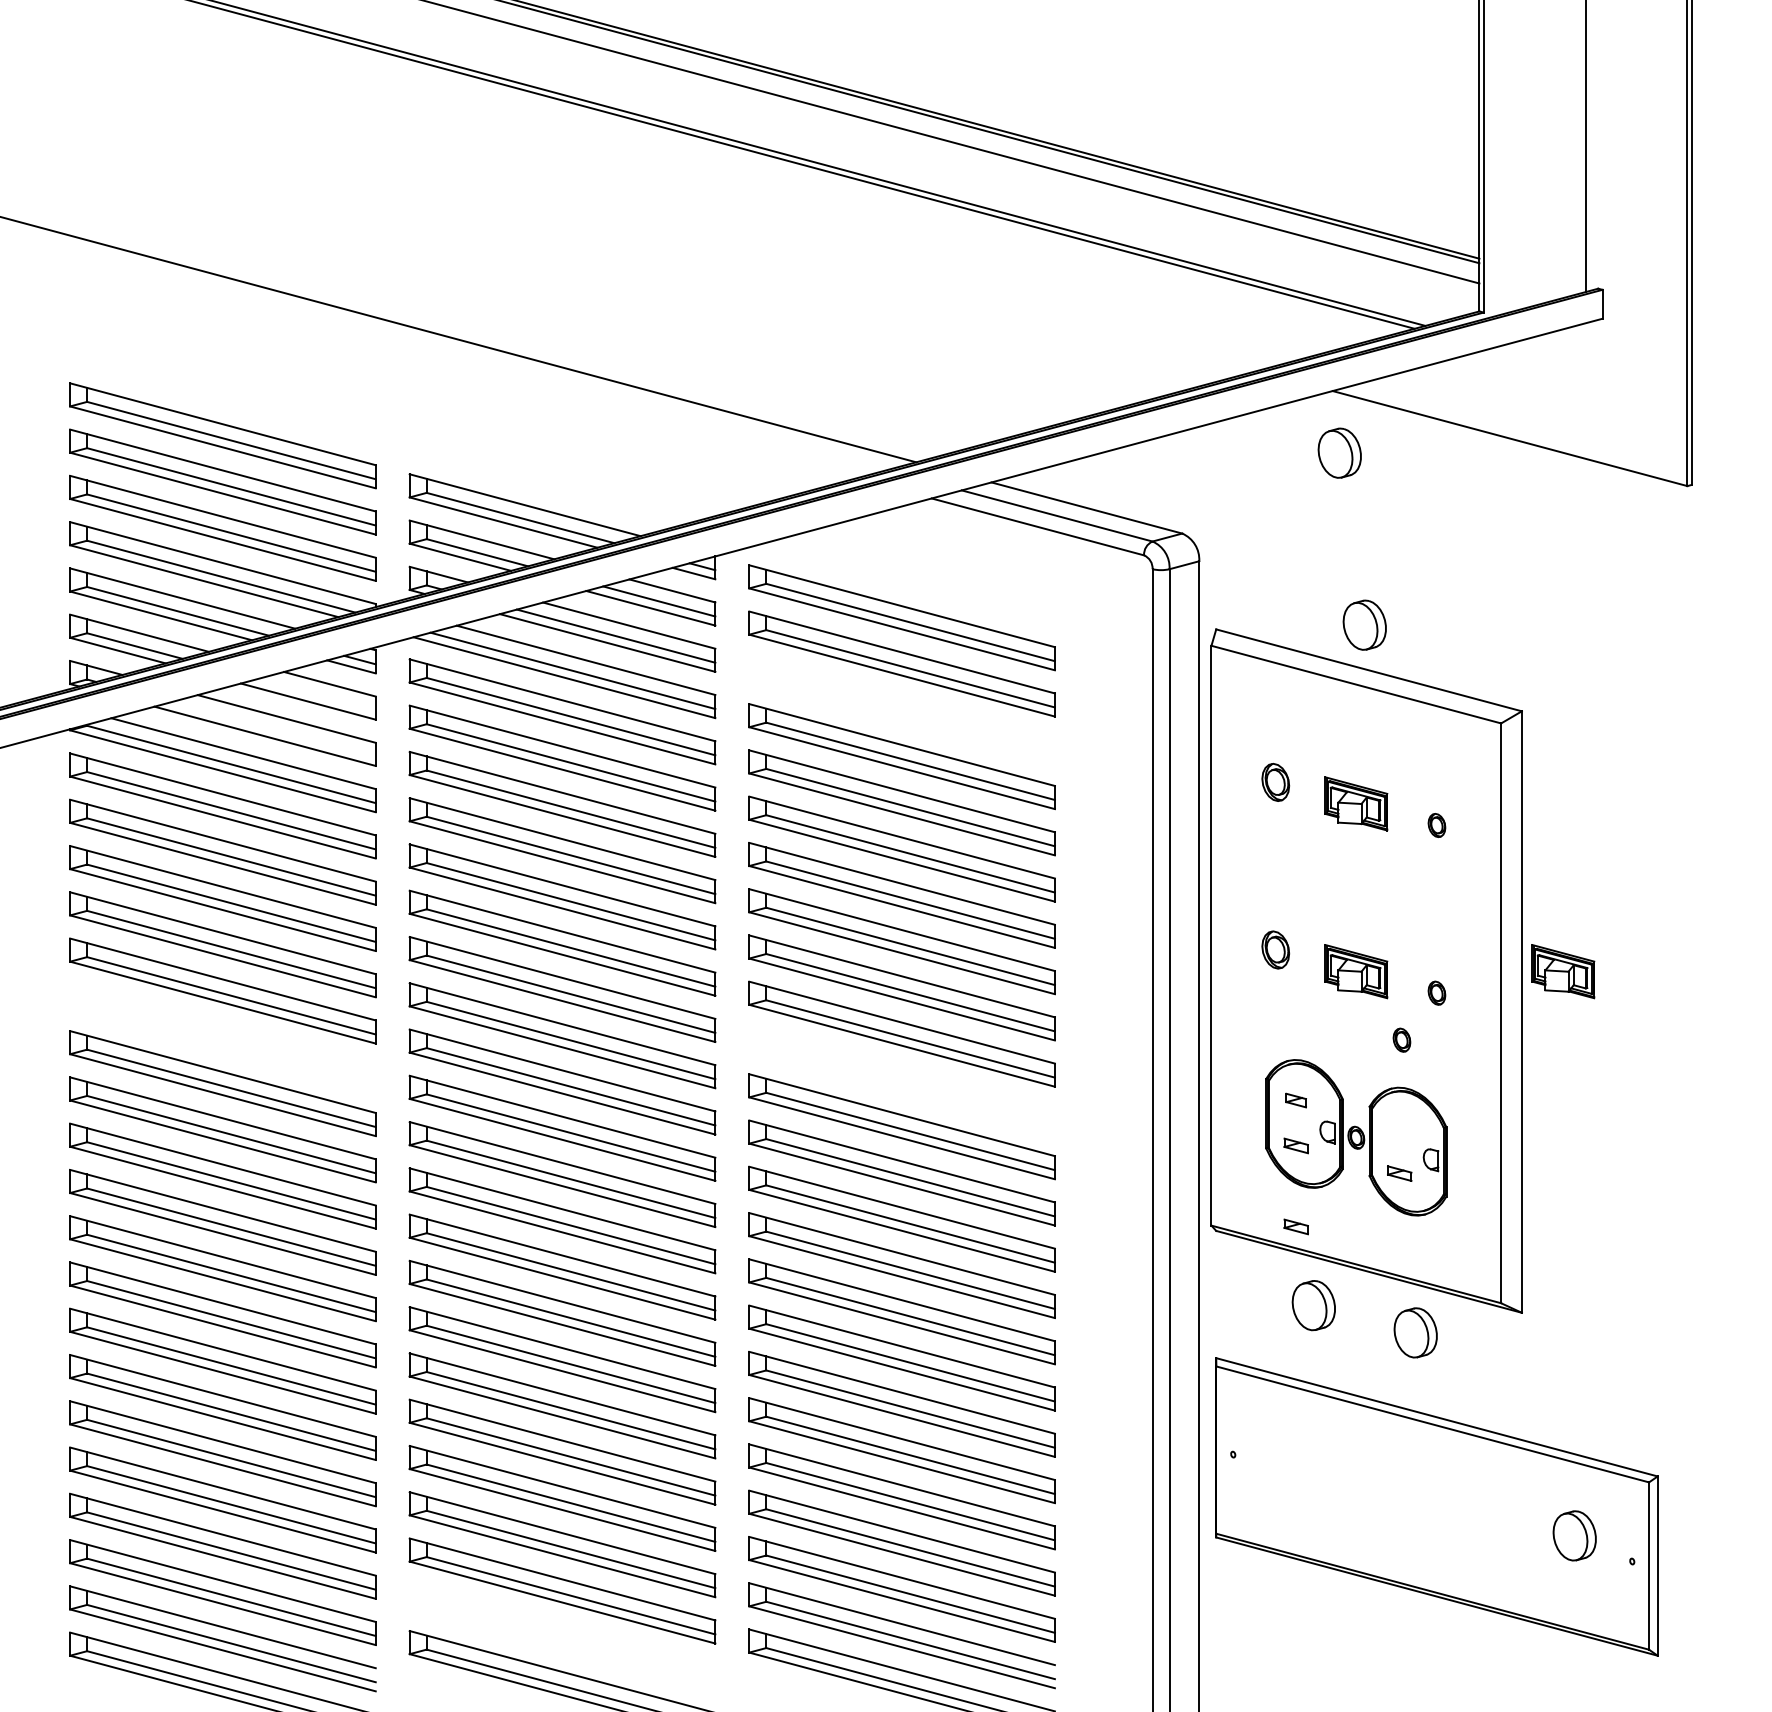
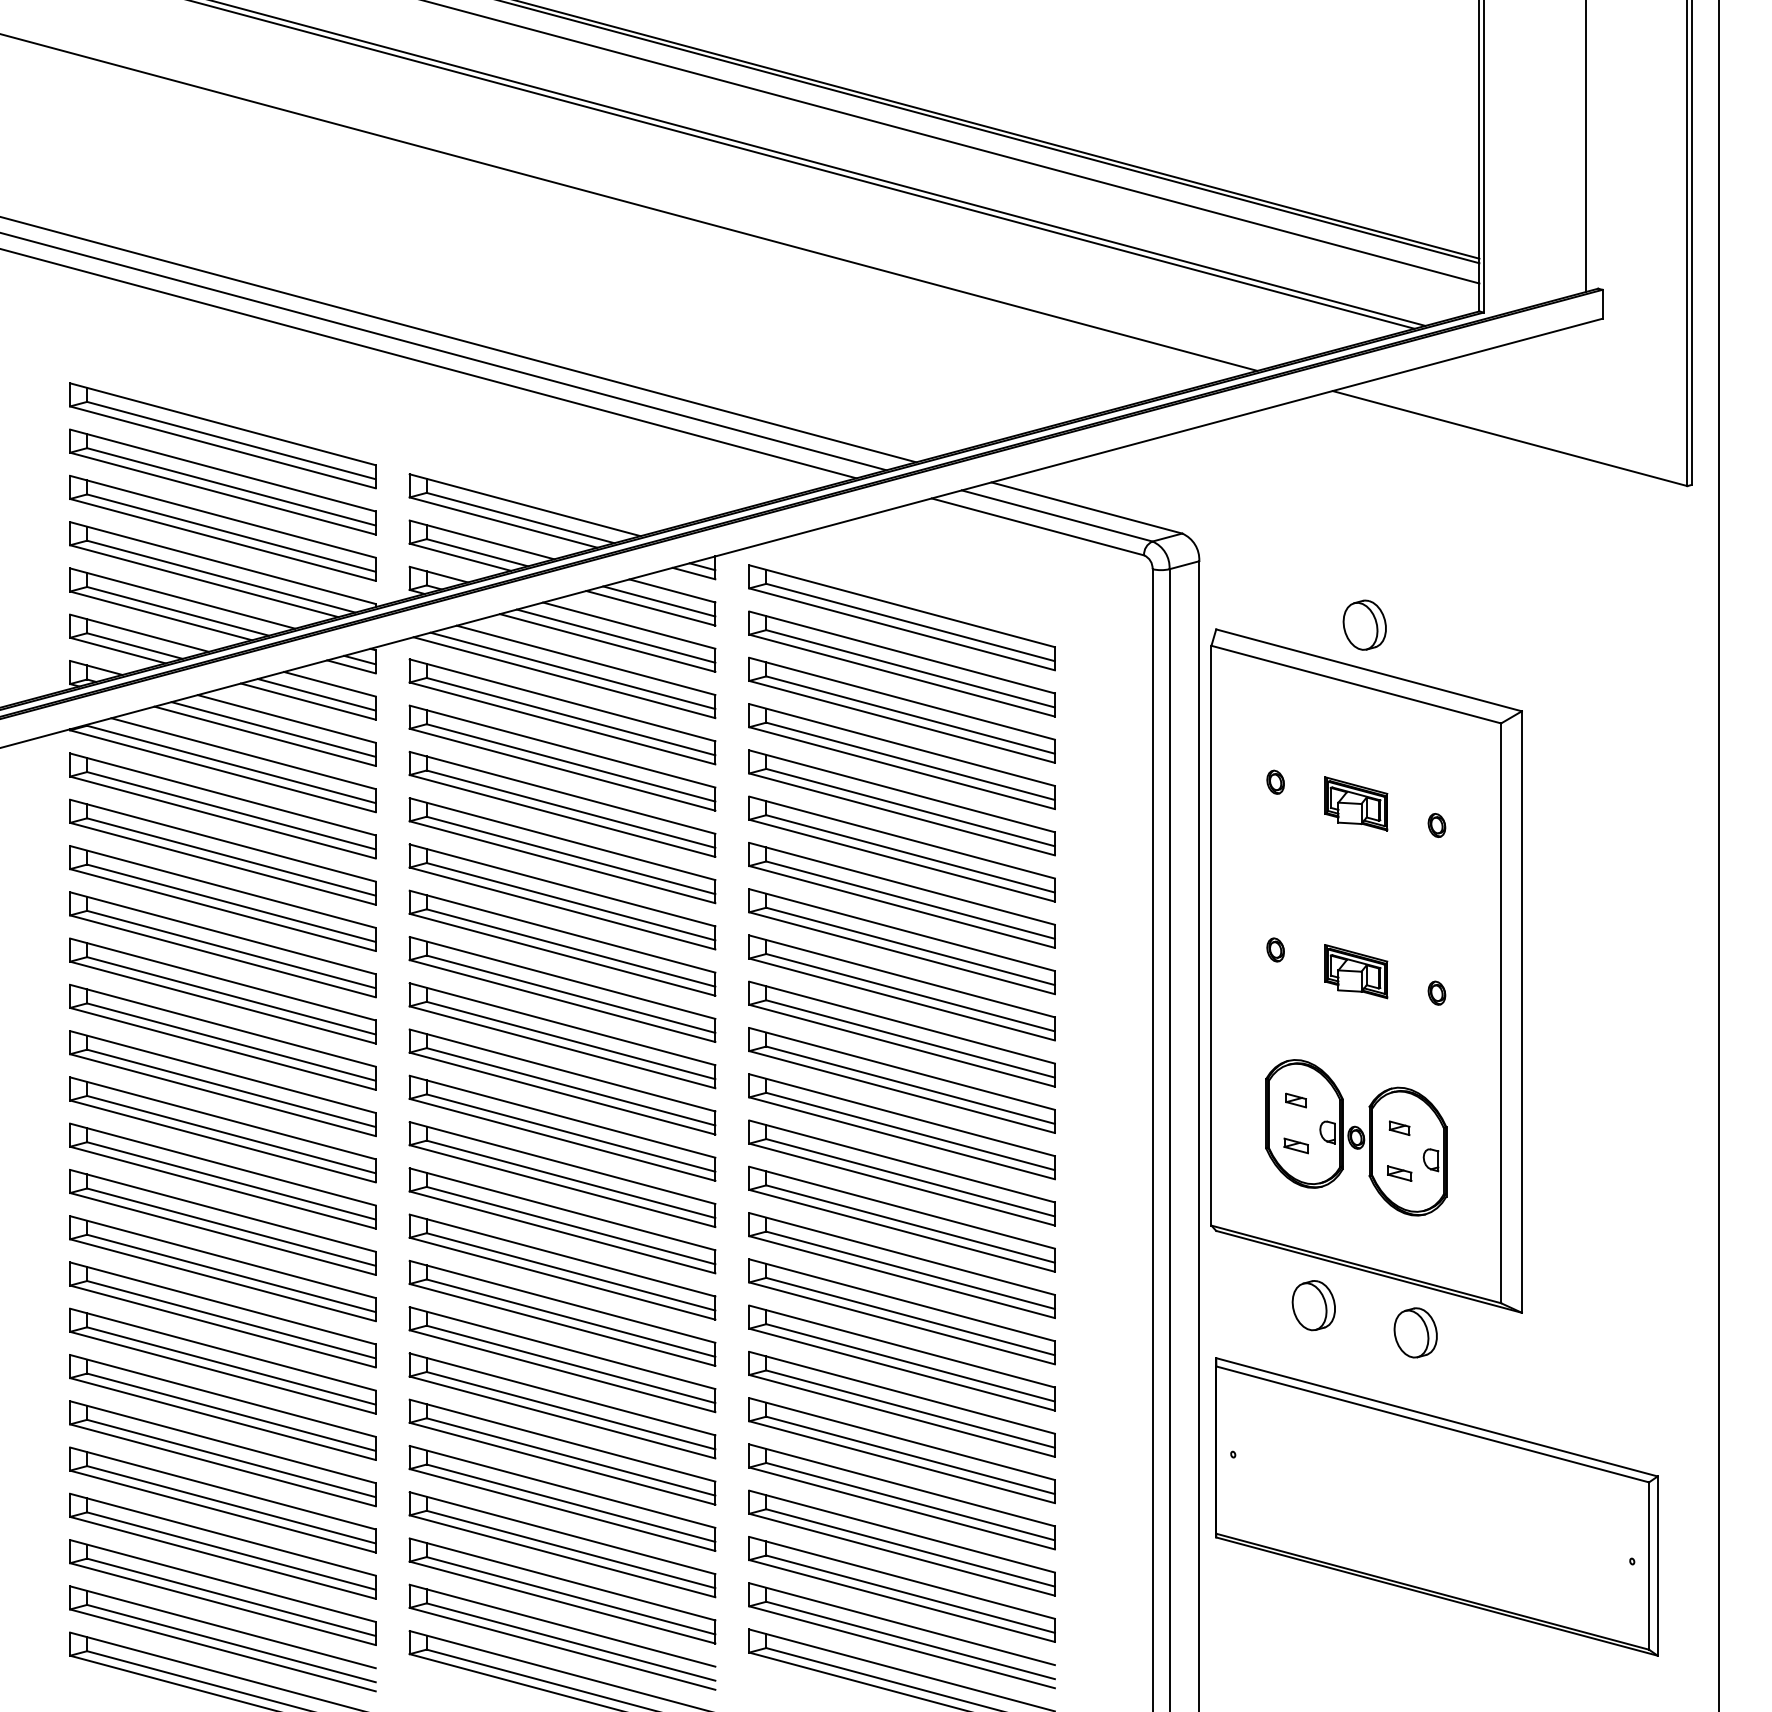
line at (629, 202): none -> present
line at (444, 351): none -> present
line at (429, 363): none -> present
part at (1339, 452): present -> none
line at (316, 694): none -> present
part at (901, 709): none -> present
line at (273, 729): none -> present
part at (1275, 782) size: 30x39 px -> 19x26 px
line at (1718, 855): none -> present
part at (1275, 949) size: 30x40 px -> 19x26 px
part at (1563, 971): present -> none
part at (222, 1036): none -> present
part at (1401, 1039): present -> none
part at (901, 1080): none -> present
part at (1399, 1127): none -> present
part at (1295, 1226): present -> none
part at (1574, 1535): present -> none
part at (562, 1636): none -> present
